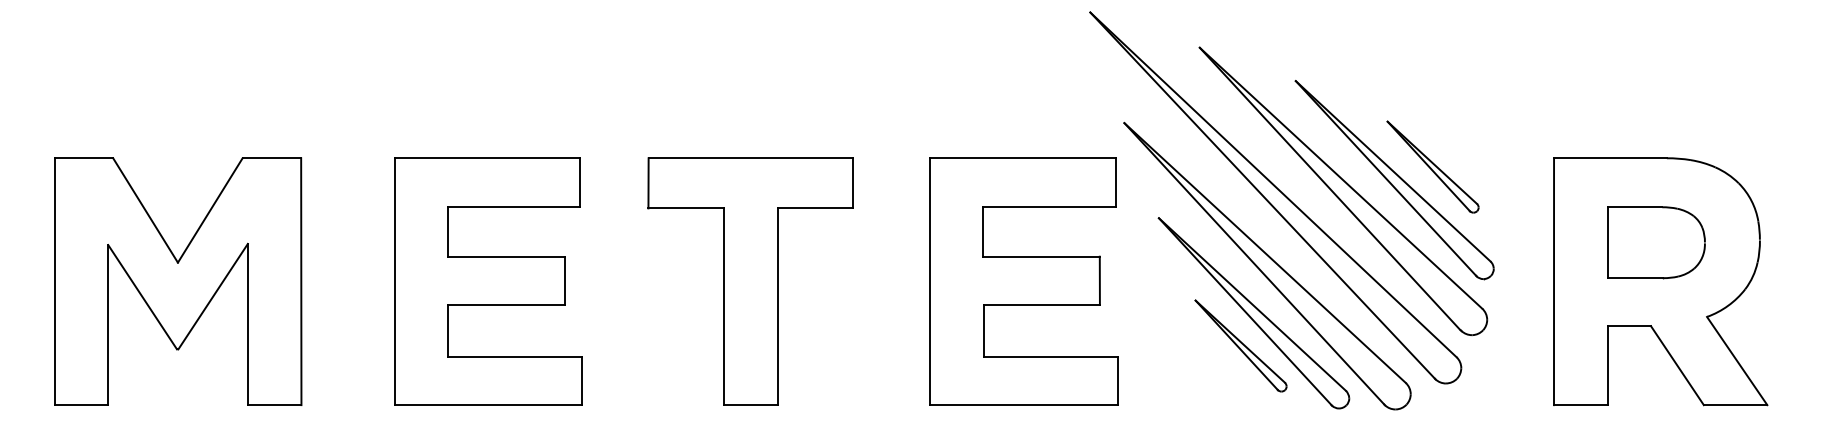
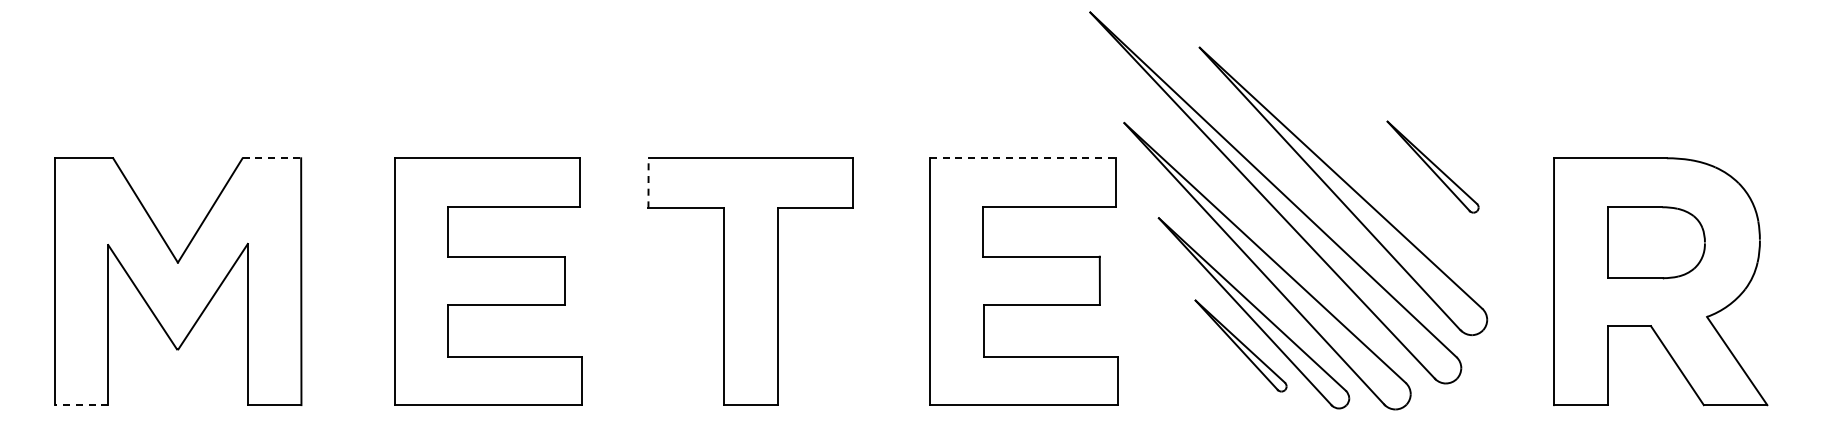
line at (272, 158): solid -> dashed
line at (1022, 158): solid -> dashed
part at (1394, 180): present -> none
line at (648, 182): solid -> dashed
line at (81, 405): solid -> dashed
